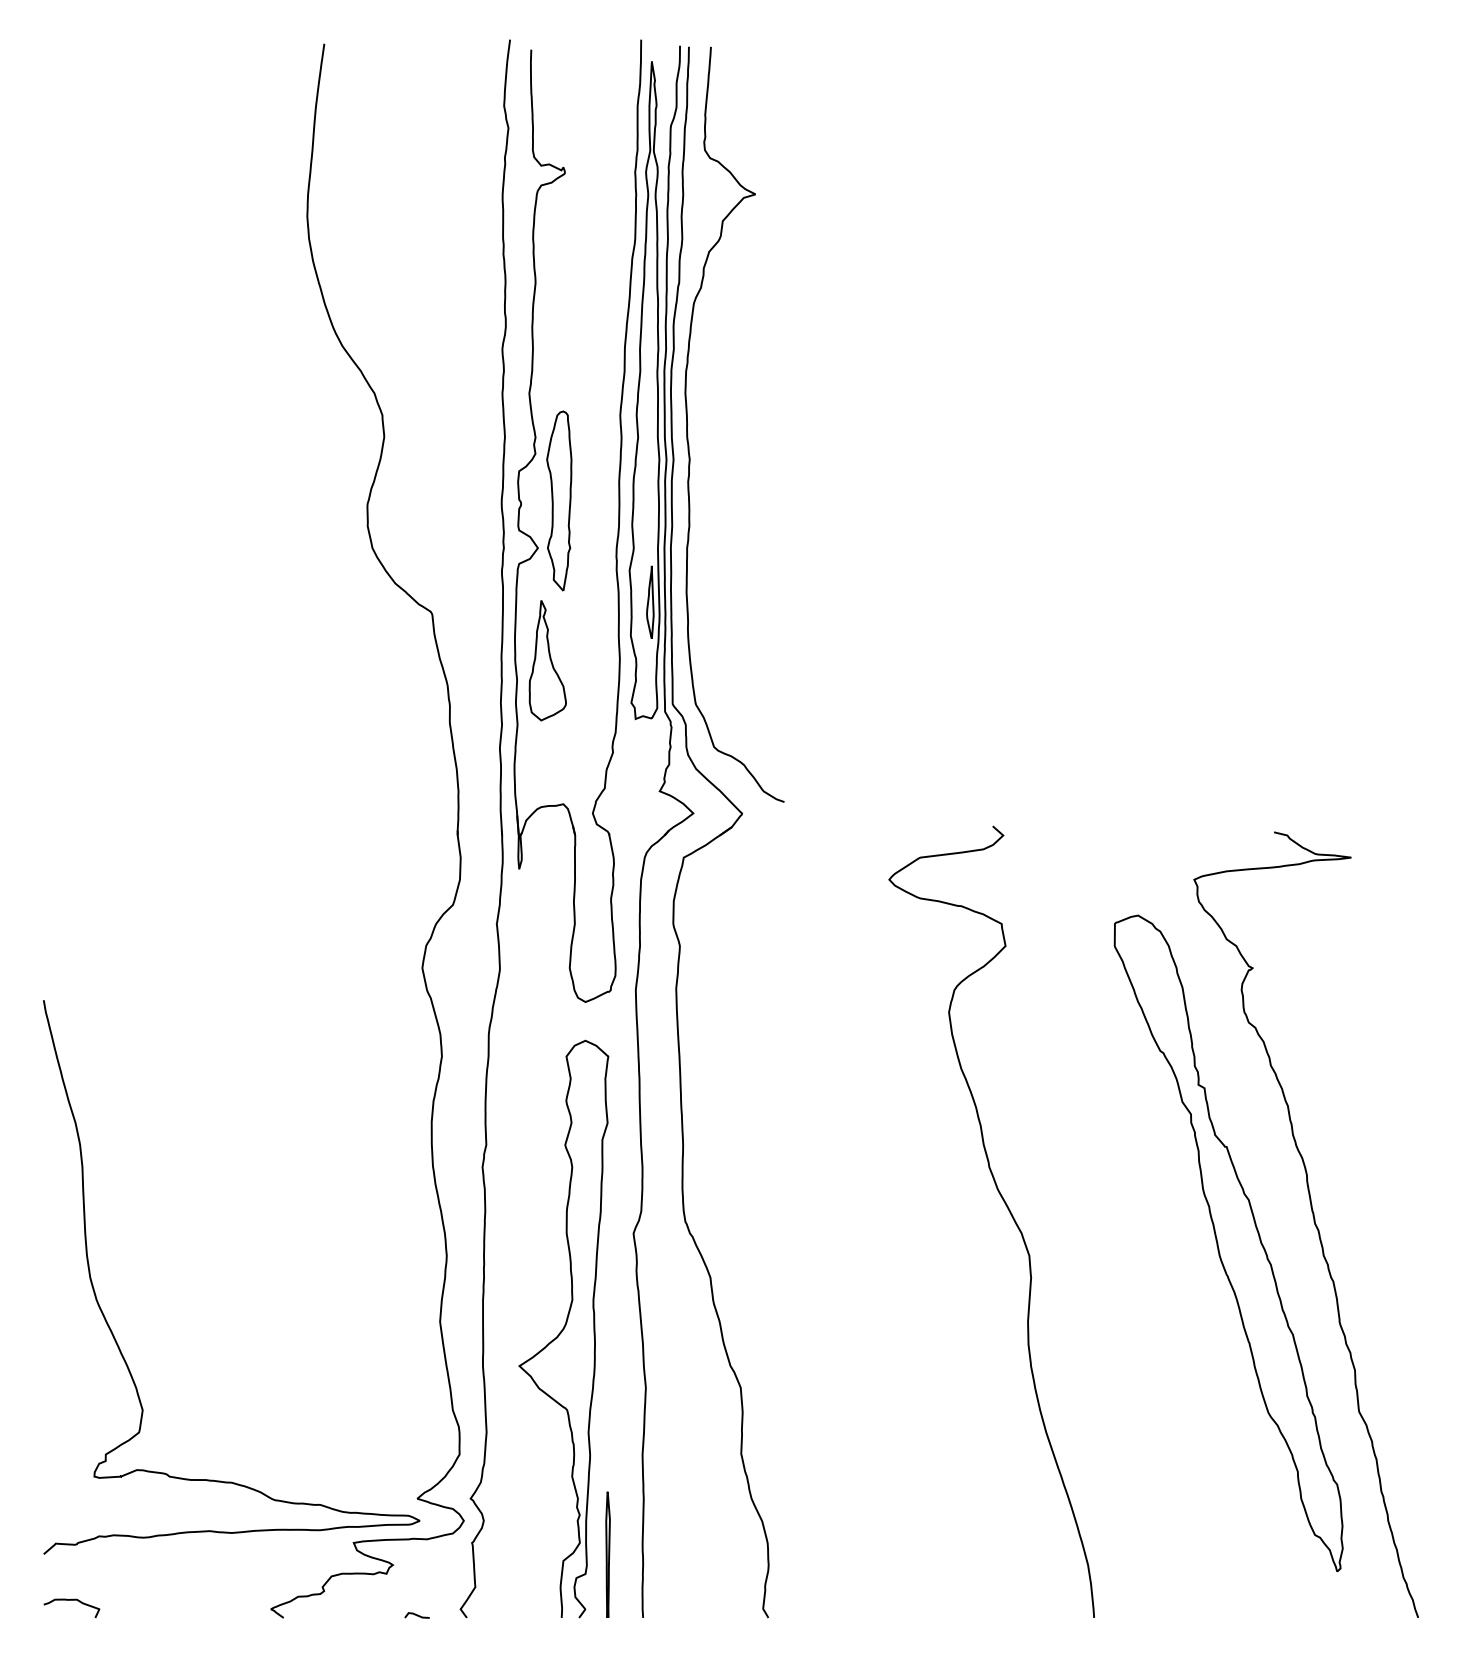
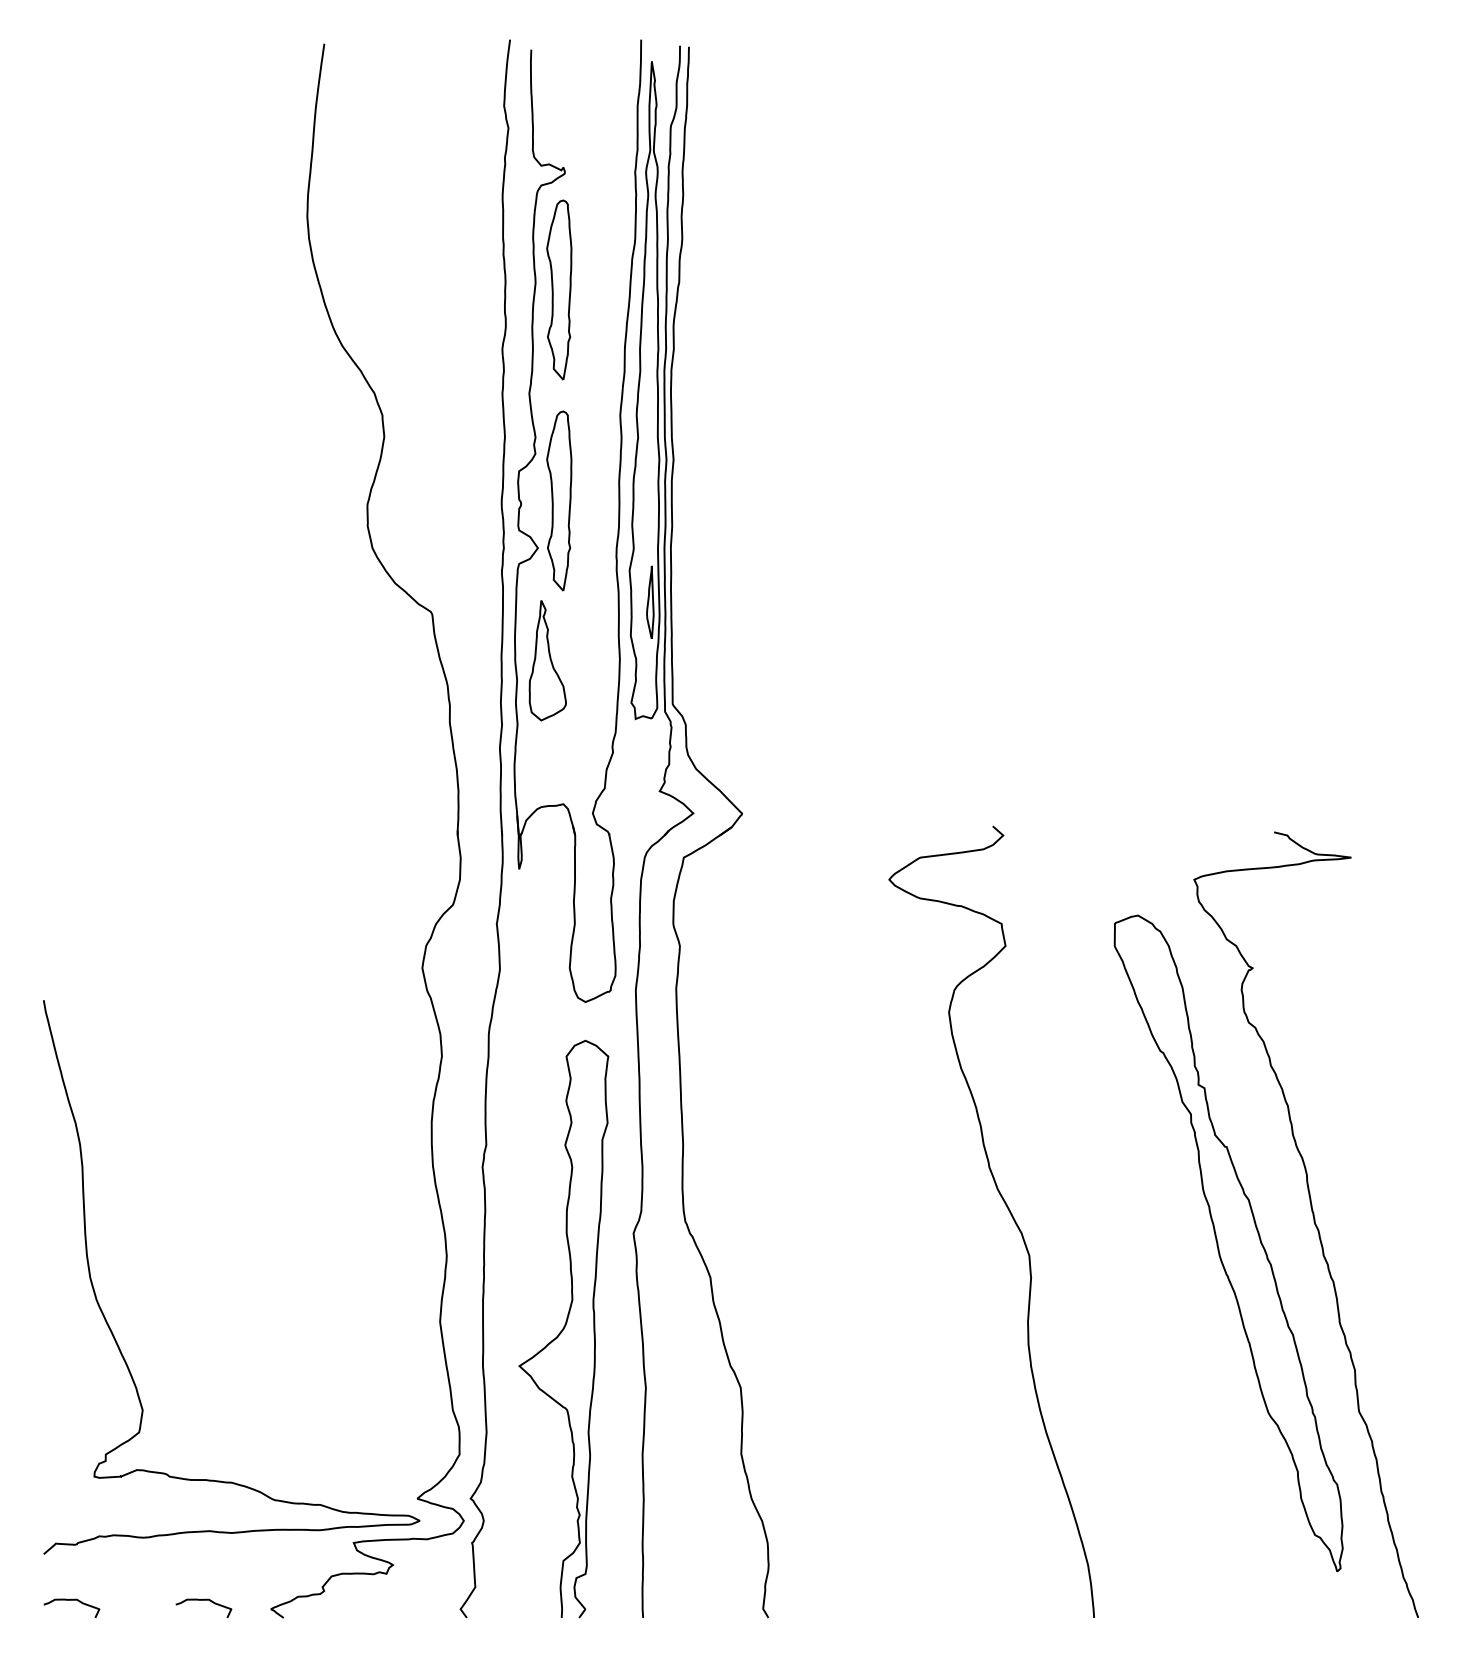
part at (559, 289): none -> present
curve at (687, 424): present -> none
curve at (607, 1554): present -> none
curve at (203, 1600): none -> present
line at (416, 1615): present -> none
